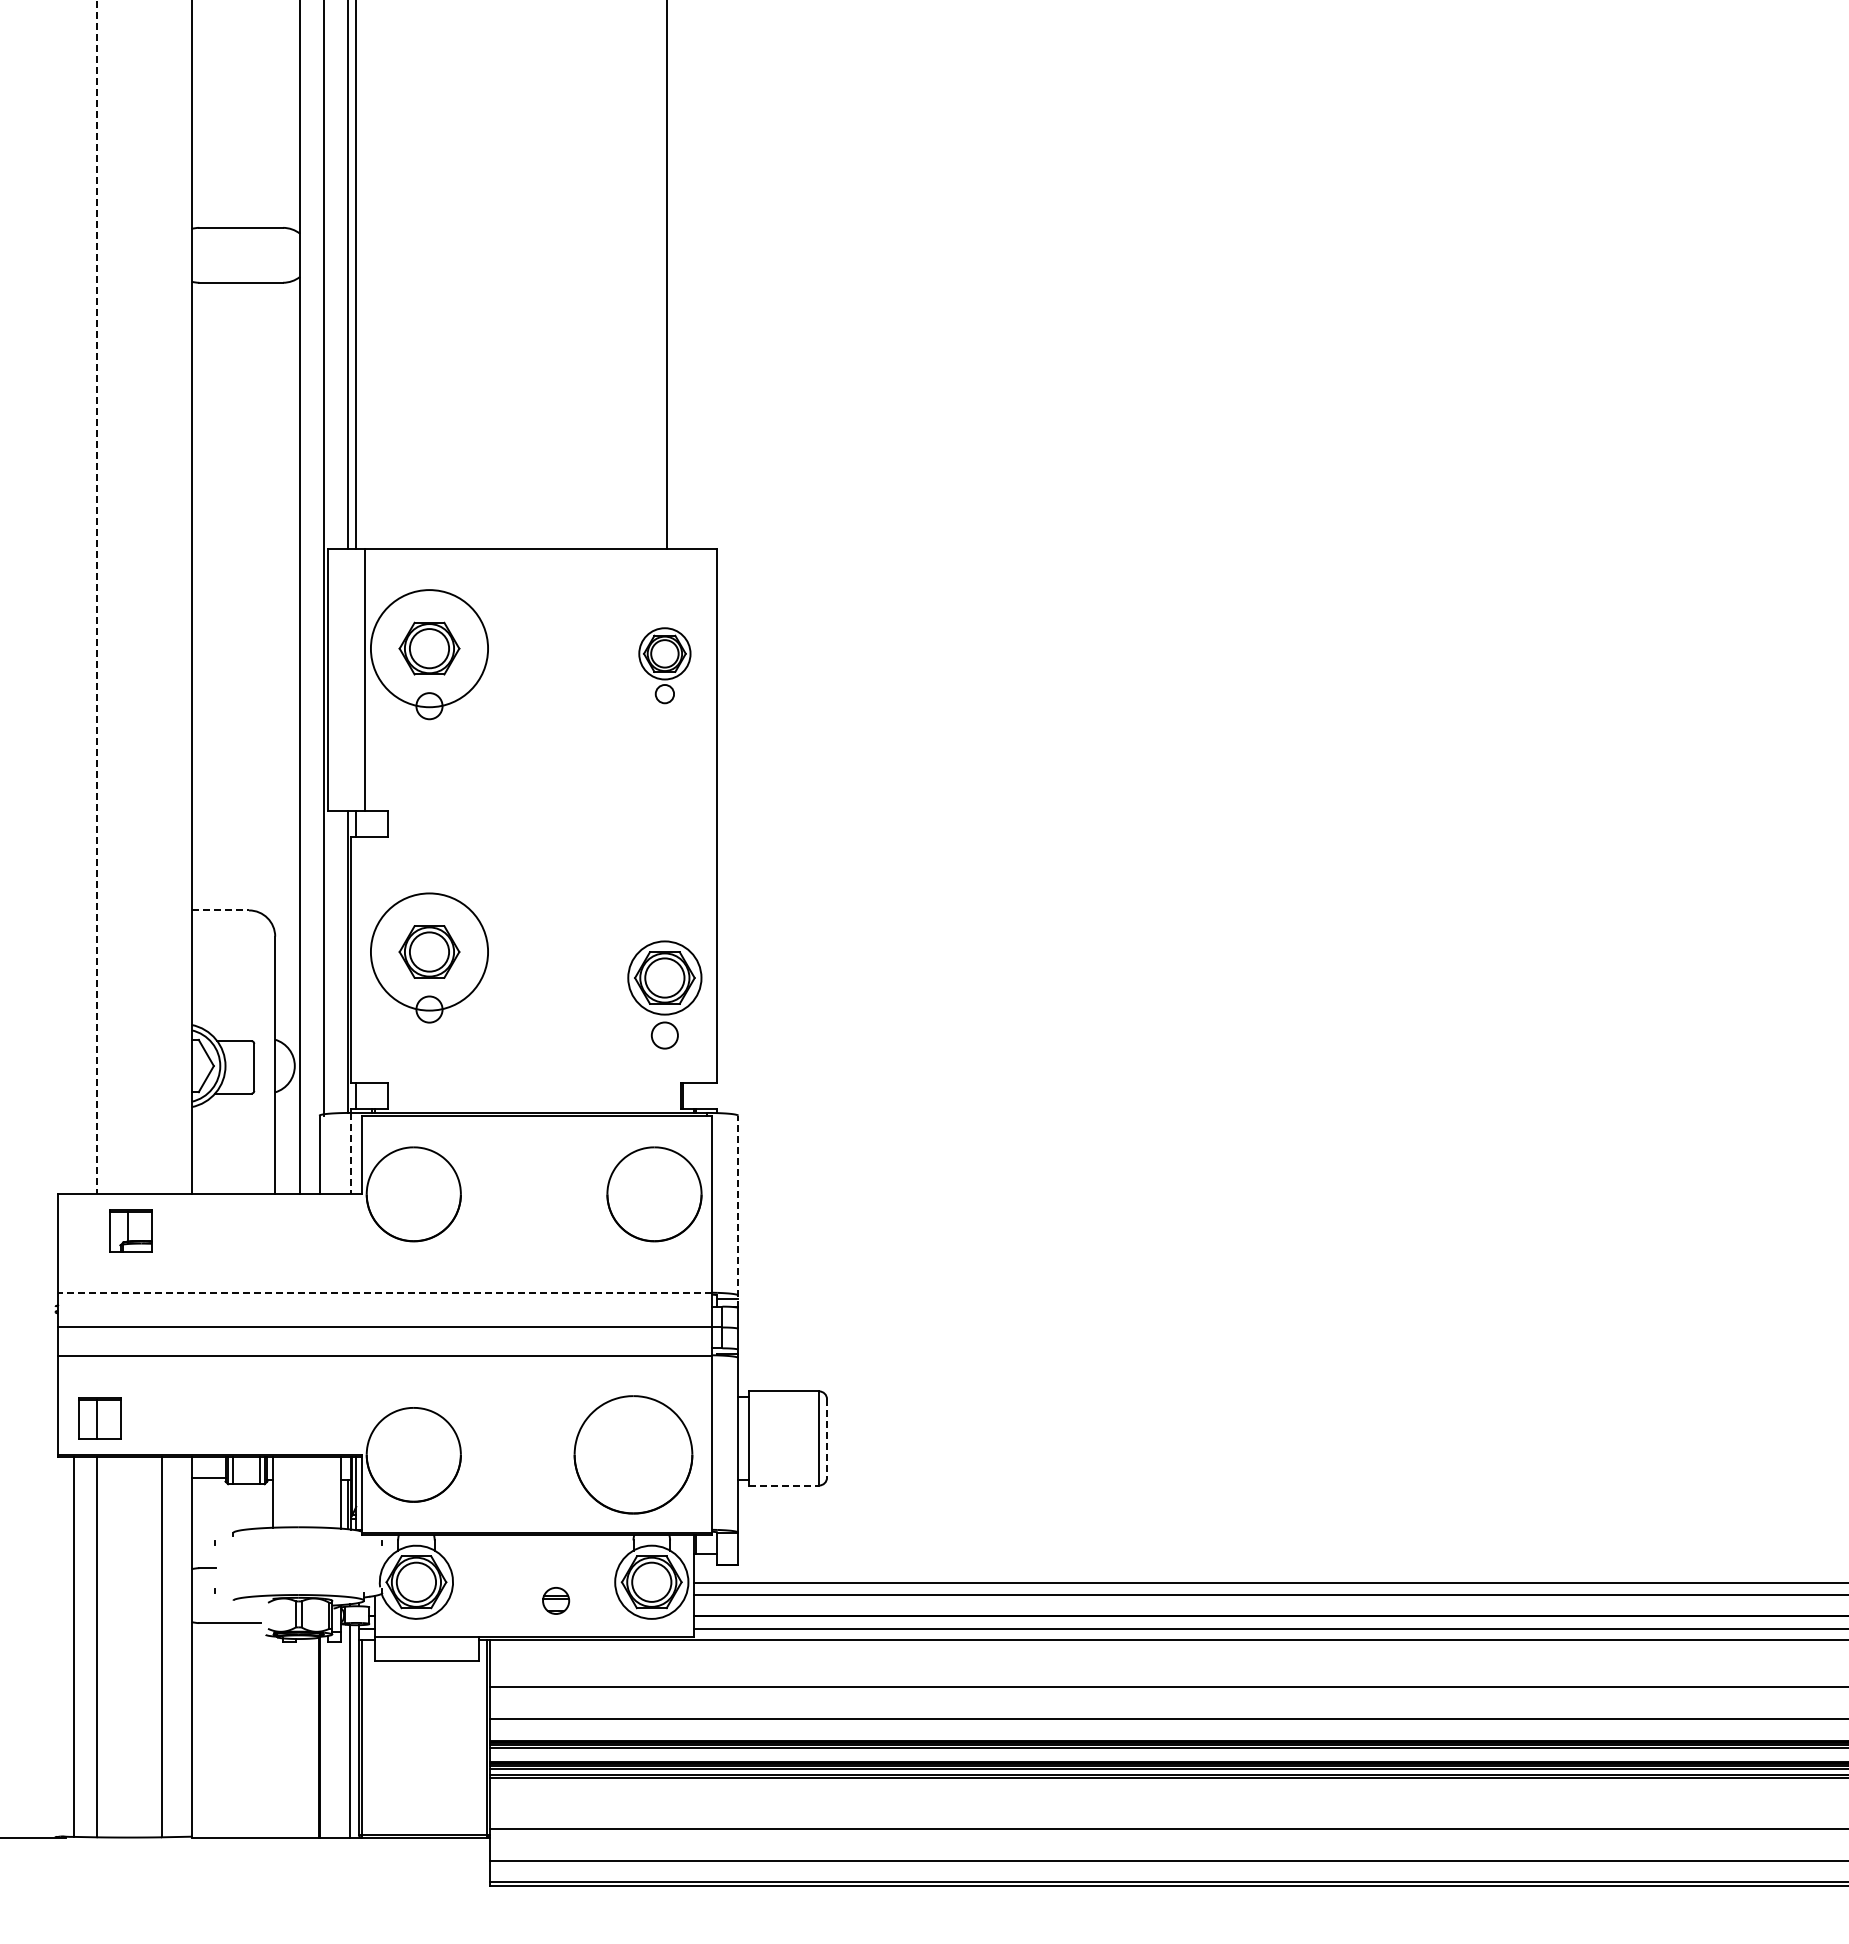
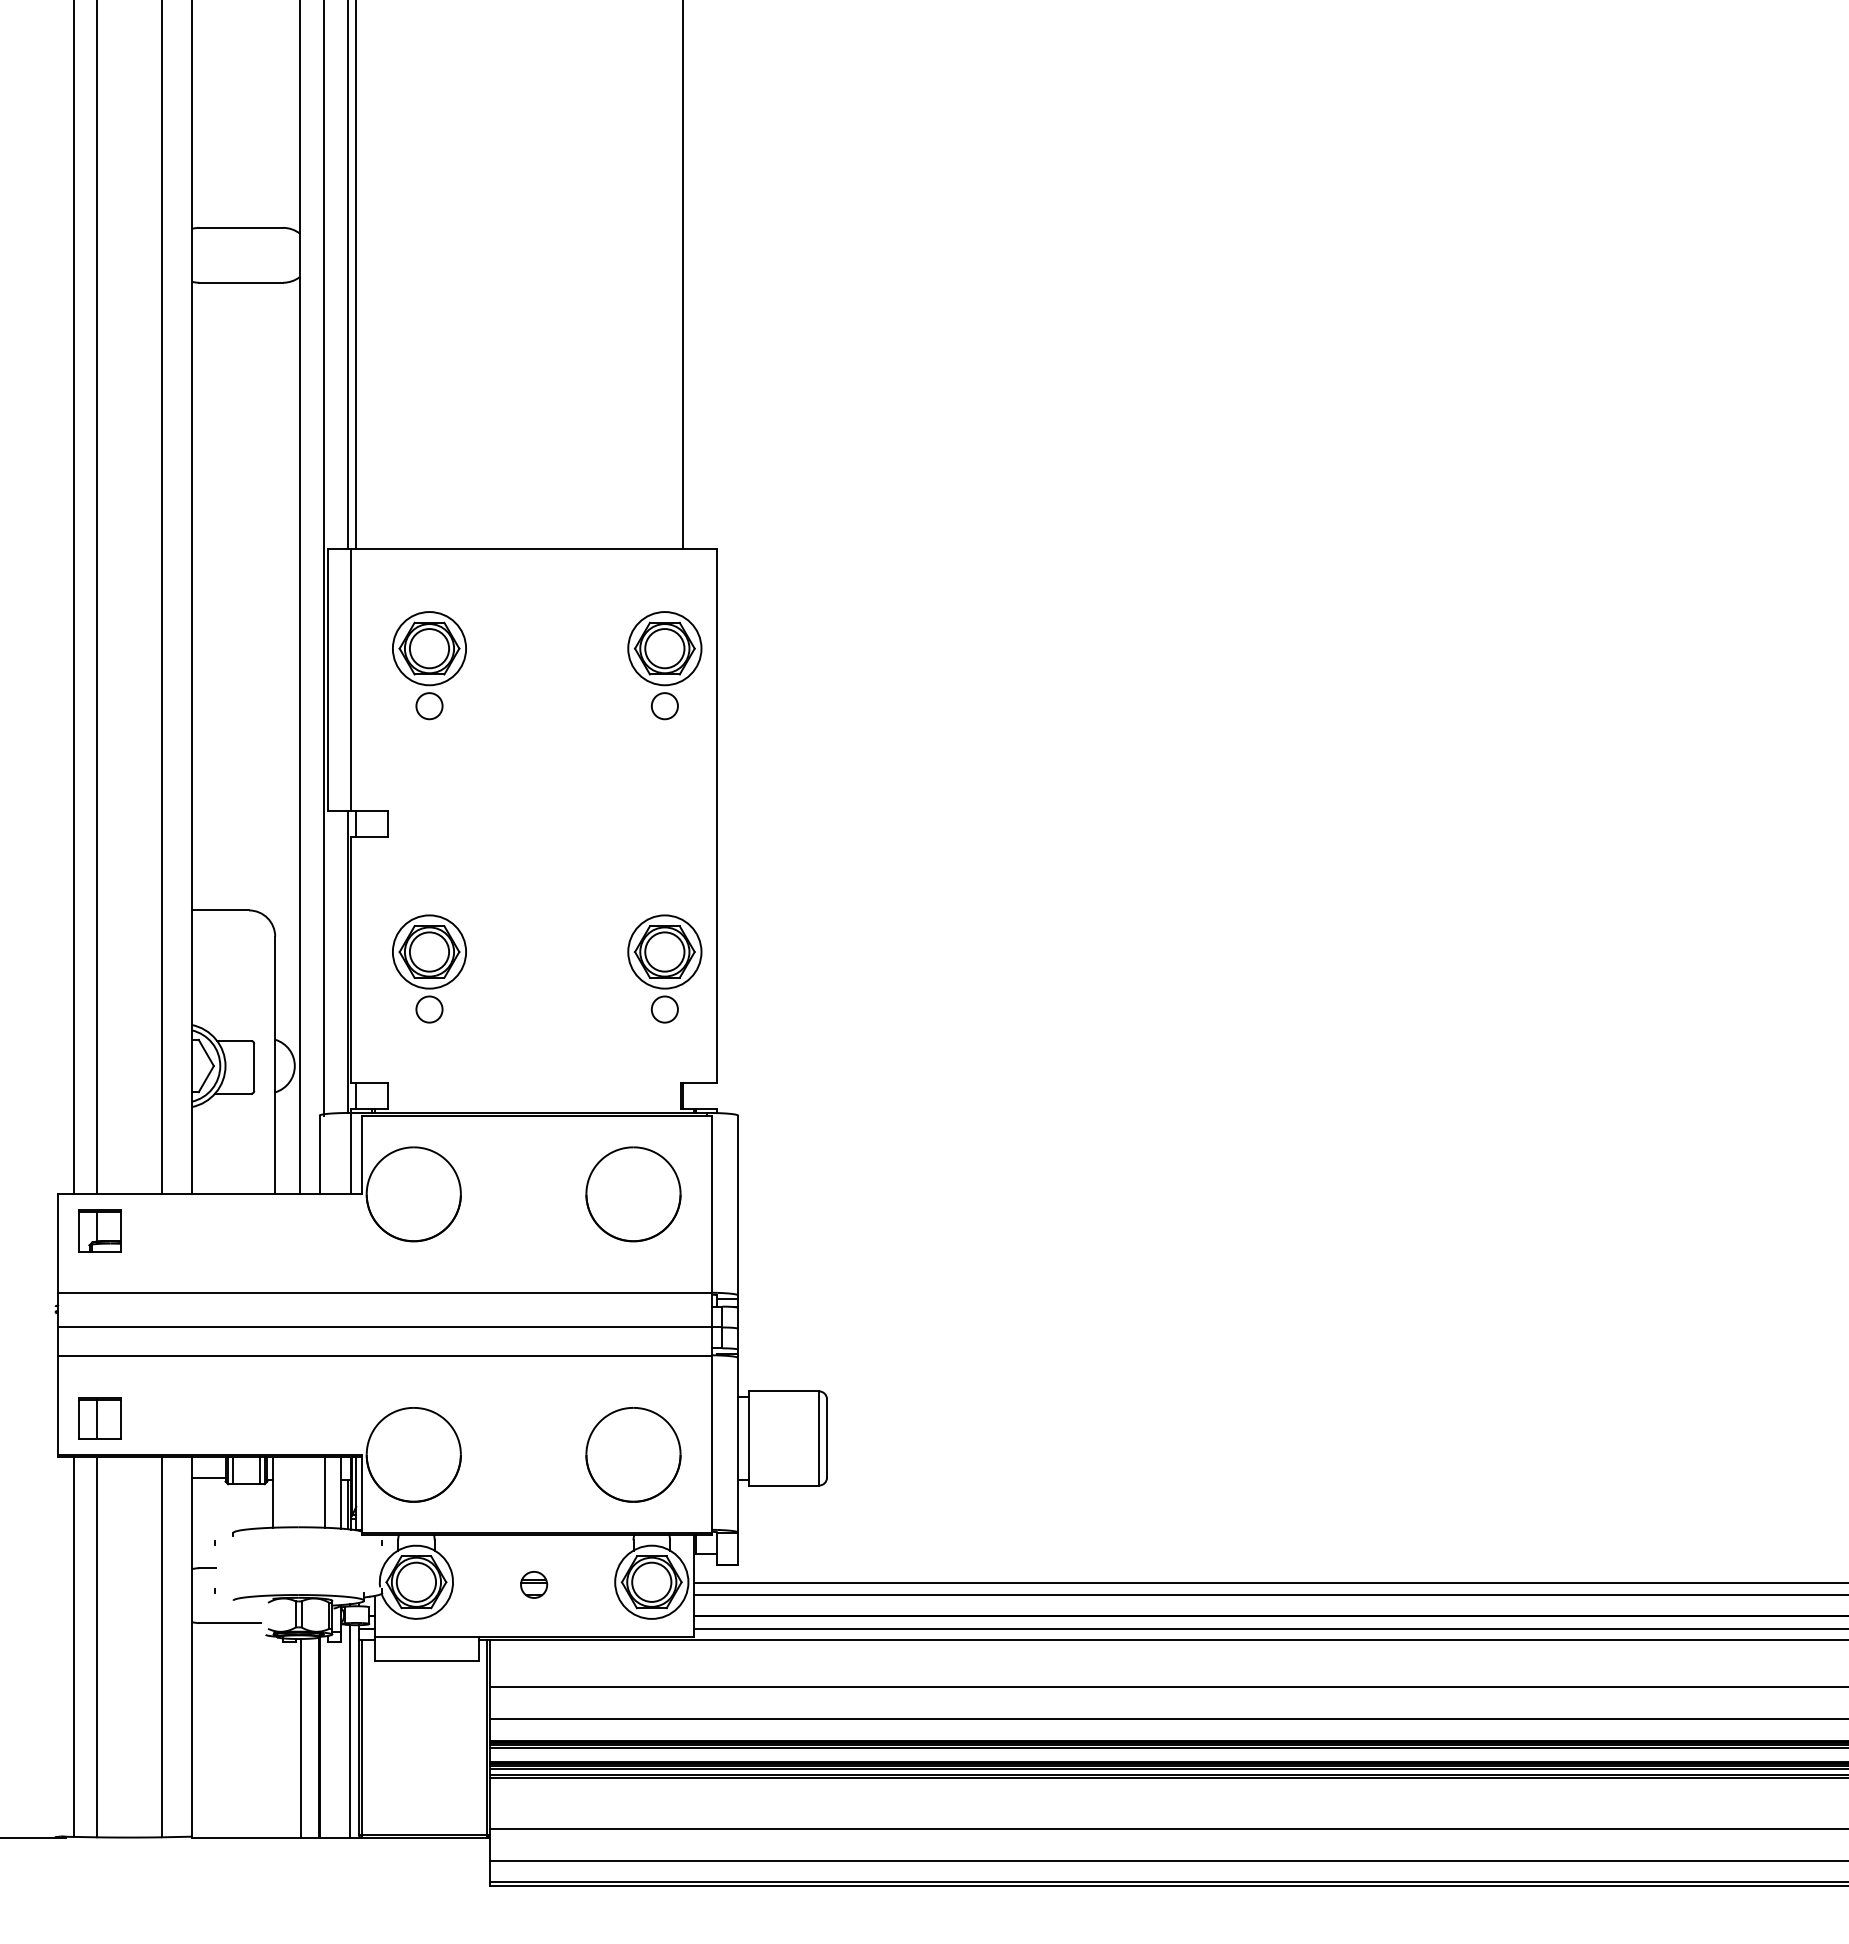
line at (667, 275) position: (667, 275) -> (683, 275)
line at (96, 597): dashed -> solid
line at (73, 598): none -> present
line at (161, 598): none -> present
circle at (429, 648) diameter: 117 px -> 73 px
part at (664, 665) size: 54x78 px -> 76x110 px
line at (365, 679) position: (365, 679) -> (351, 679)
line at (220, 910): dashed -> solid
circle at (429, 951) diameter: 117 px -> 73 px
part at (664, 994) position: (664, 994) -> (664, 968)
line at (351, 1153): dashed -> solid
part at (654, 1194) position: (654, 1194) -> (633, 1194)
line at (738, 1211): dashed -> solid
part at (130, 1230) position: (130, 1230) -> (99, 1230)
line at (385, 1293): dashed -> solid
line at (827, 1438): dashed -> solid
part at (633, 1454) size: 121x120 px -> 97x96 px
line at (784, 1485): dashed -> solid
line at (324, 1491): none -> present
part at (556, 1600) position: (556, 1600) -> (534, 1584)
line at (301, 1737): none -> present
